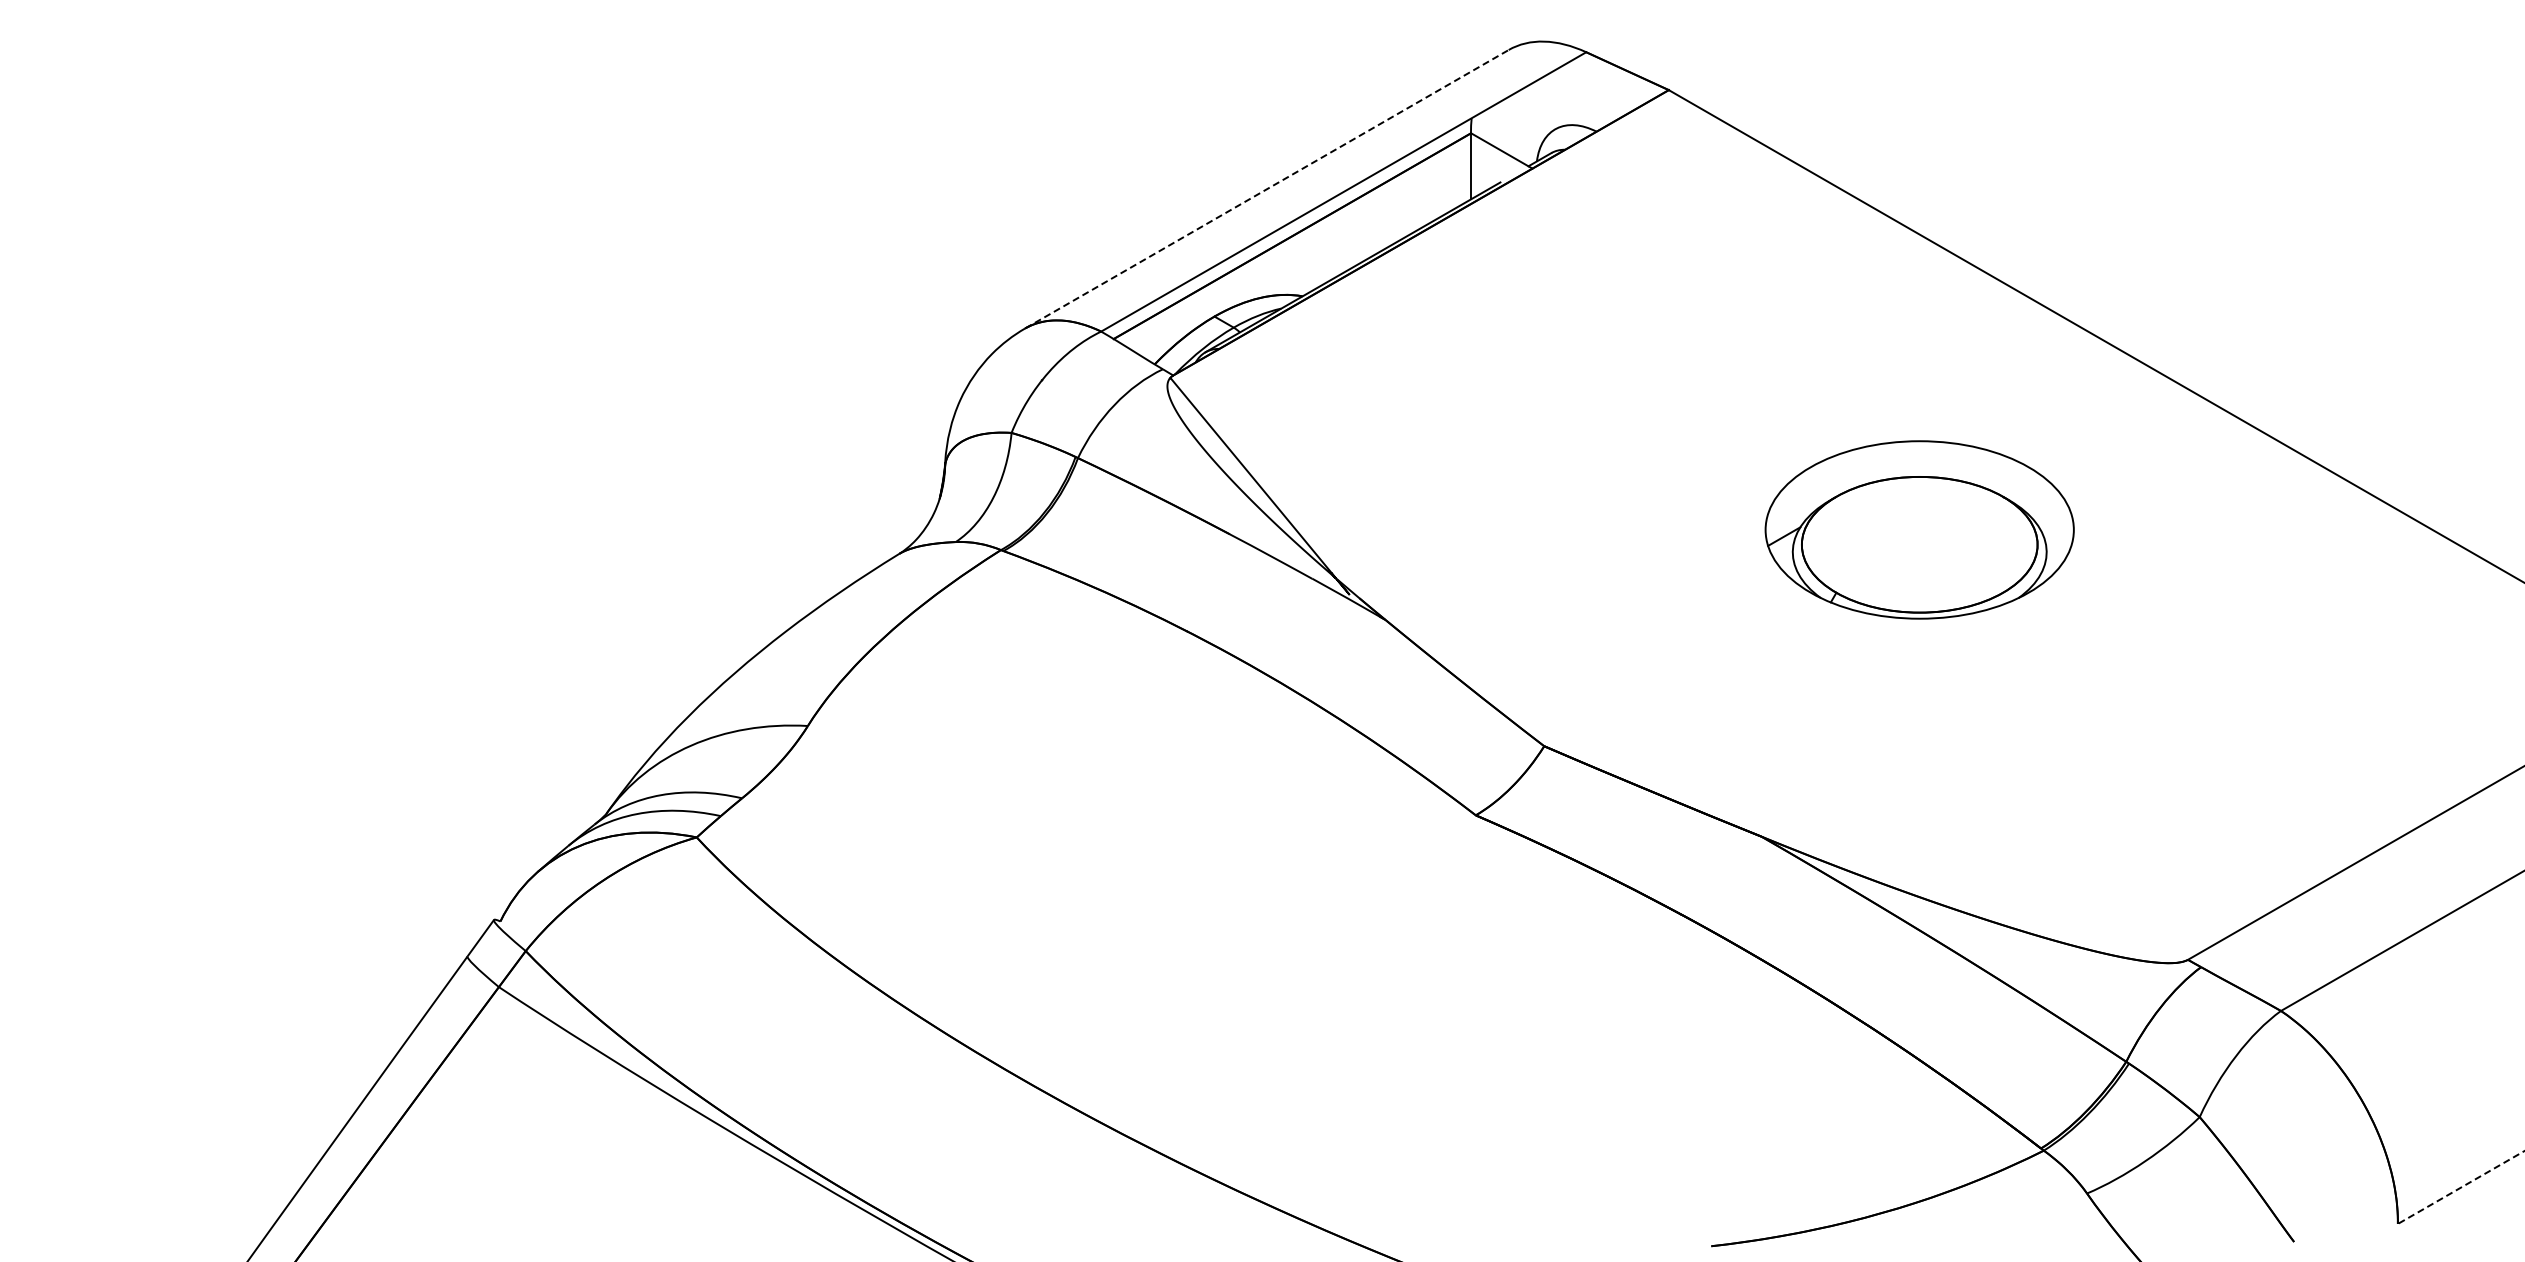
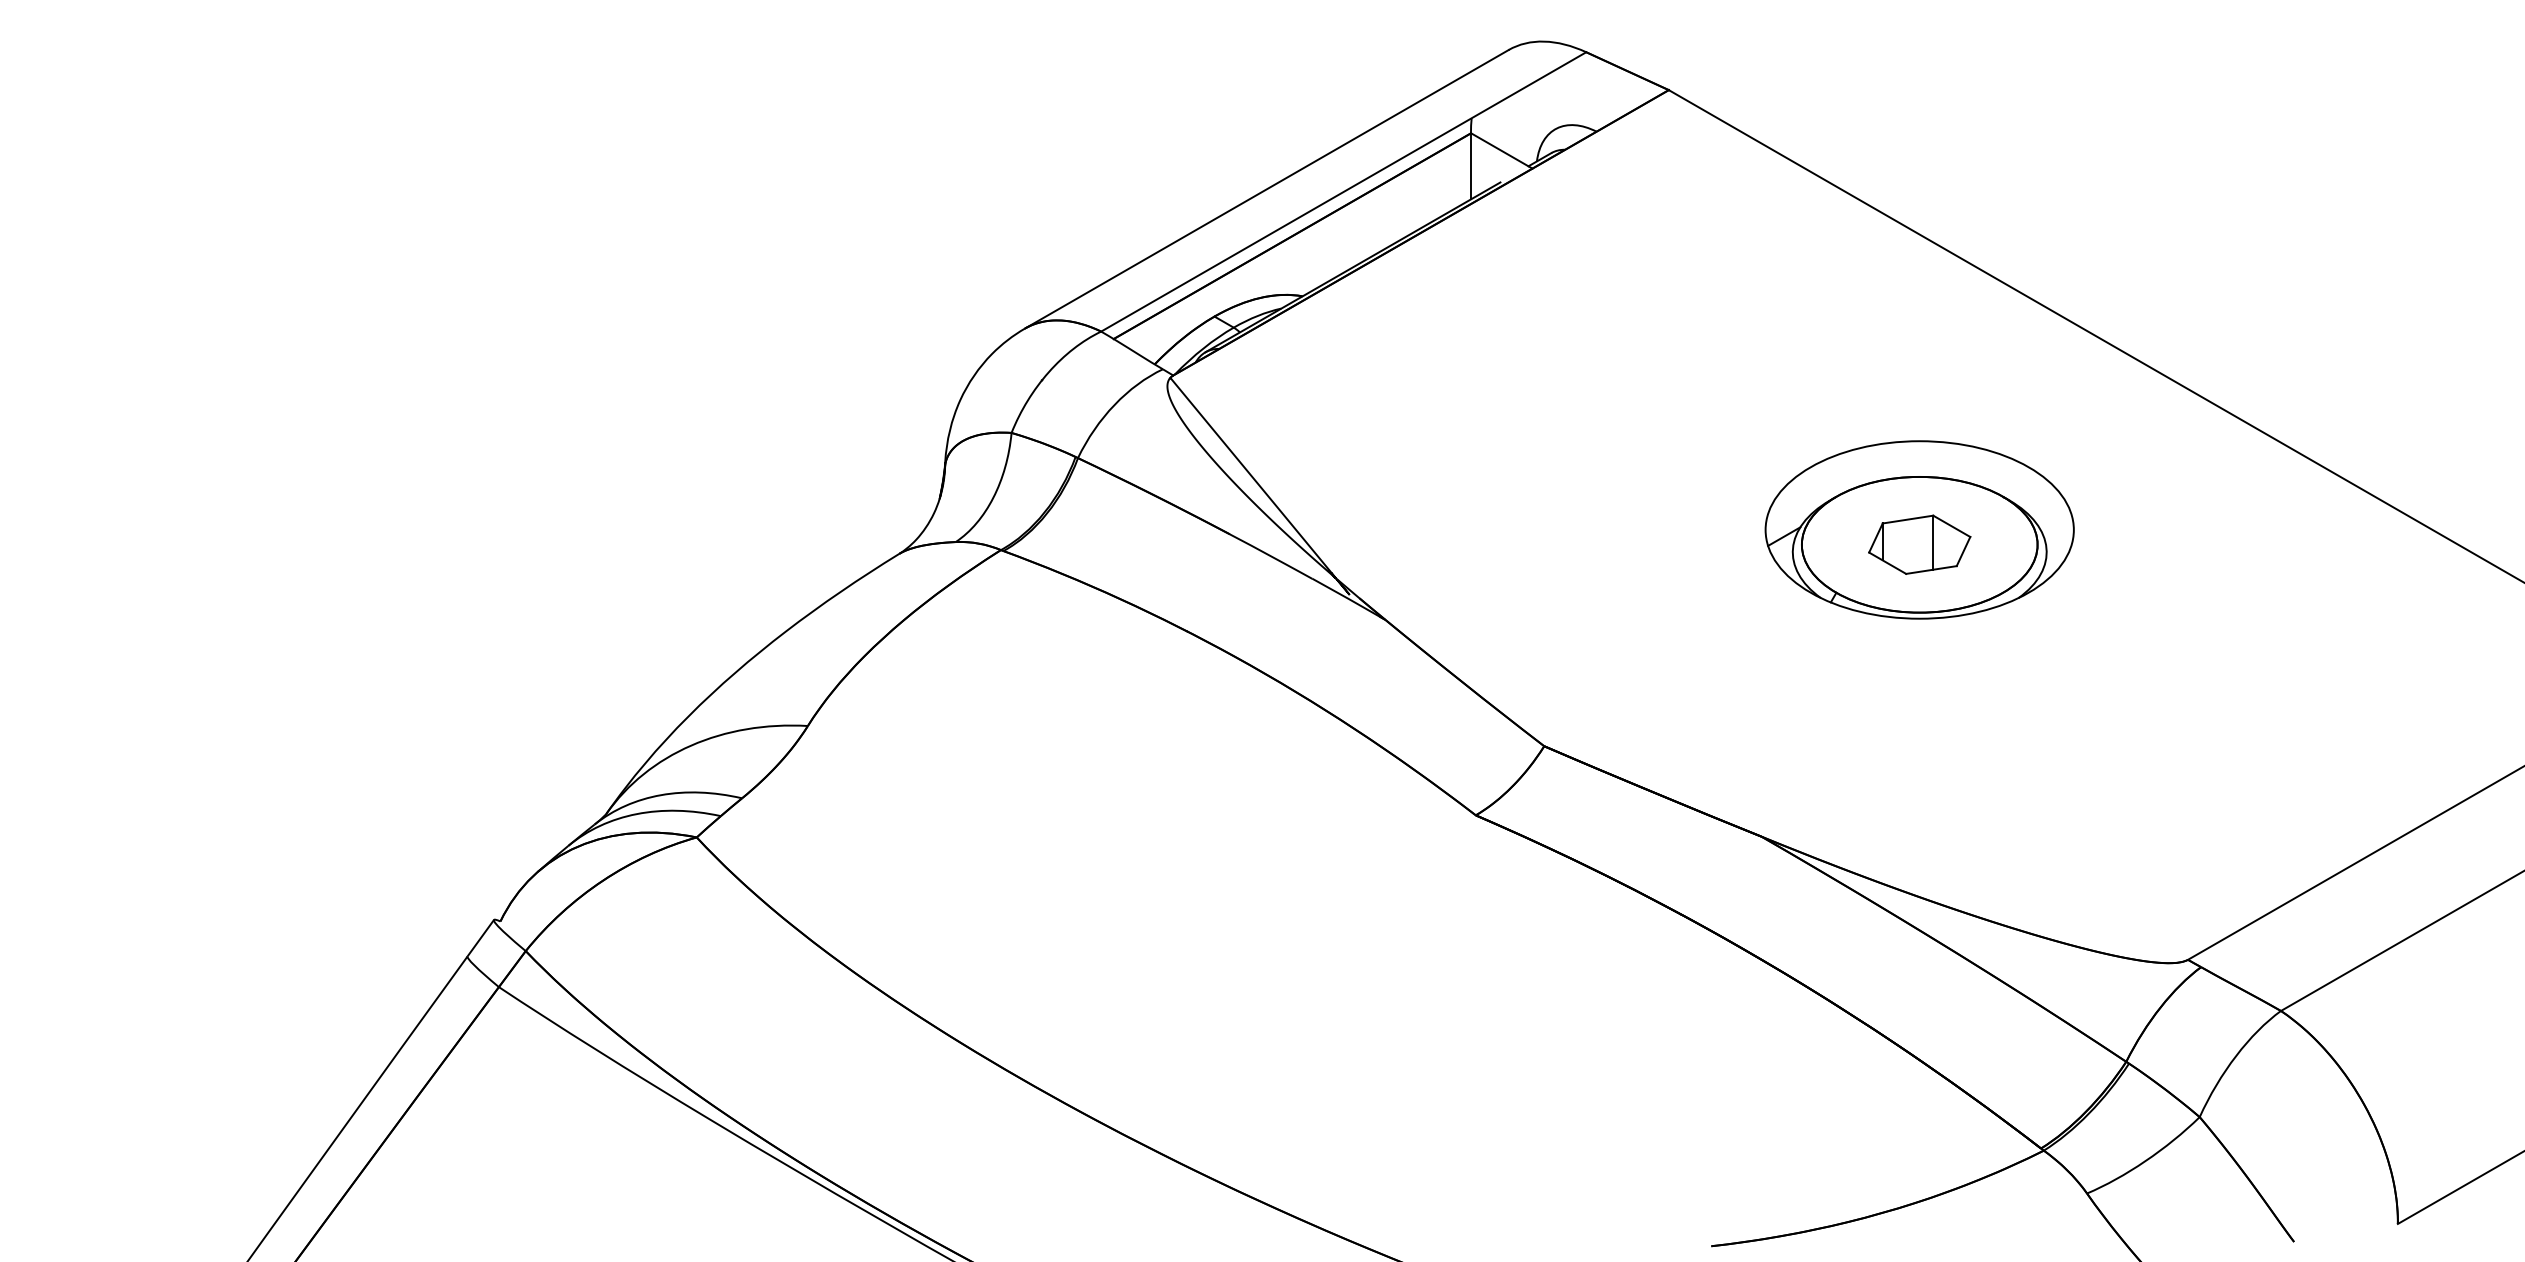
line at (1266, 189): dashed -> solid
part at (1919, 544): none -> present
line at (2461, 1187): dashed -> solid
